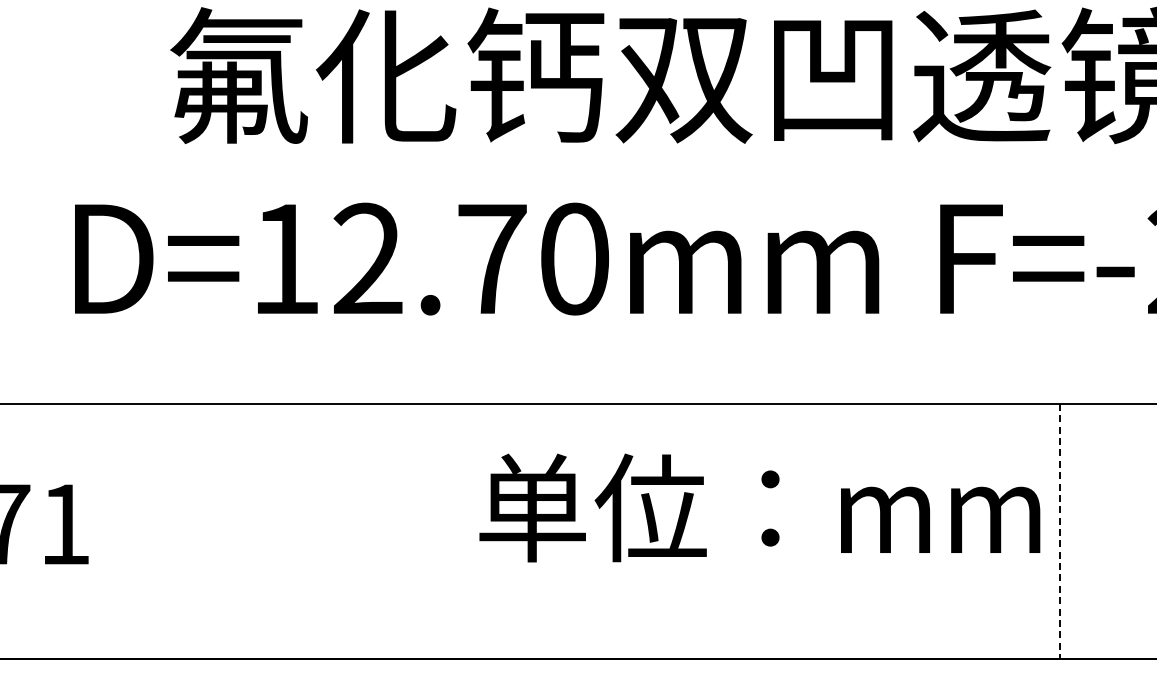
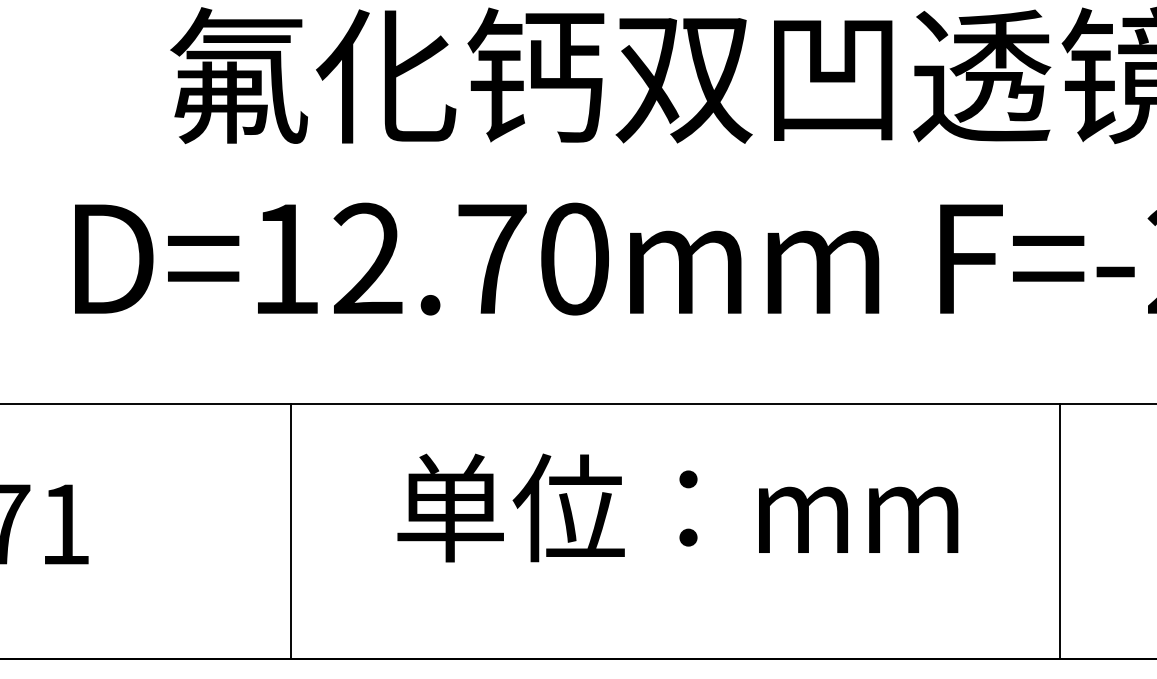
text at (759, 507) position: (759, 507) -> (677, 507)
line at (290, 531): none -> present
line at (1059, 531): dashed -> solid
